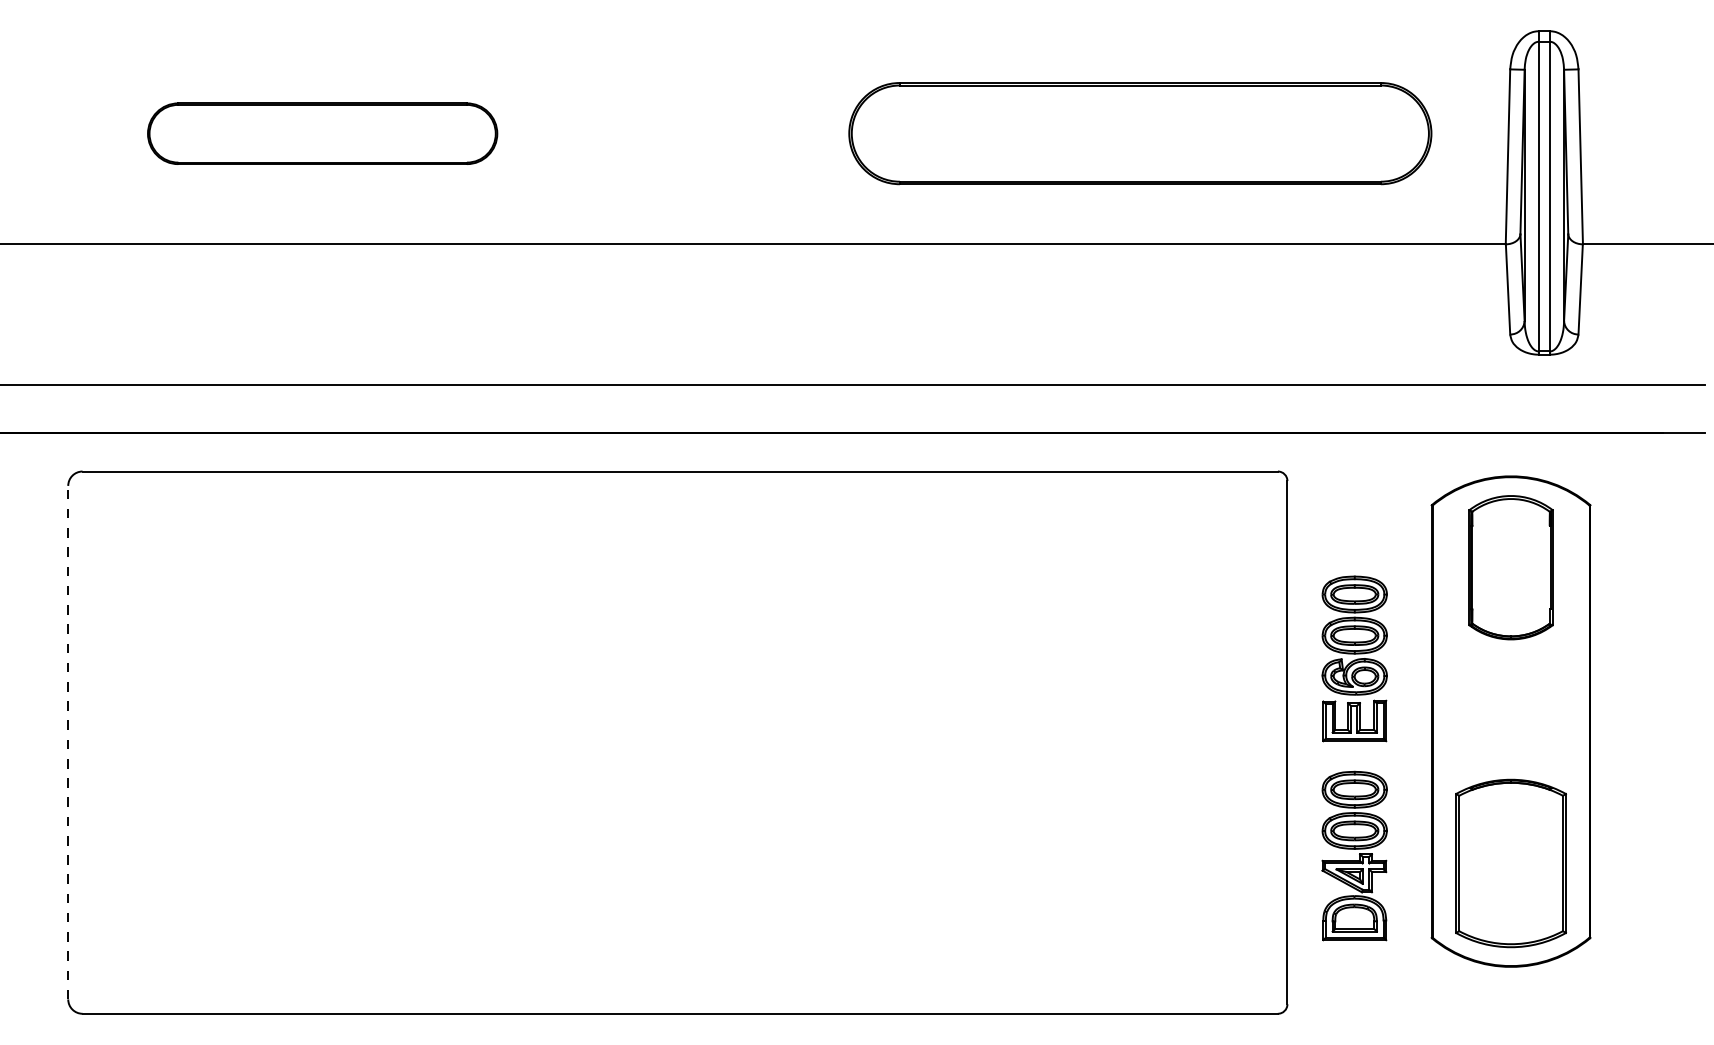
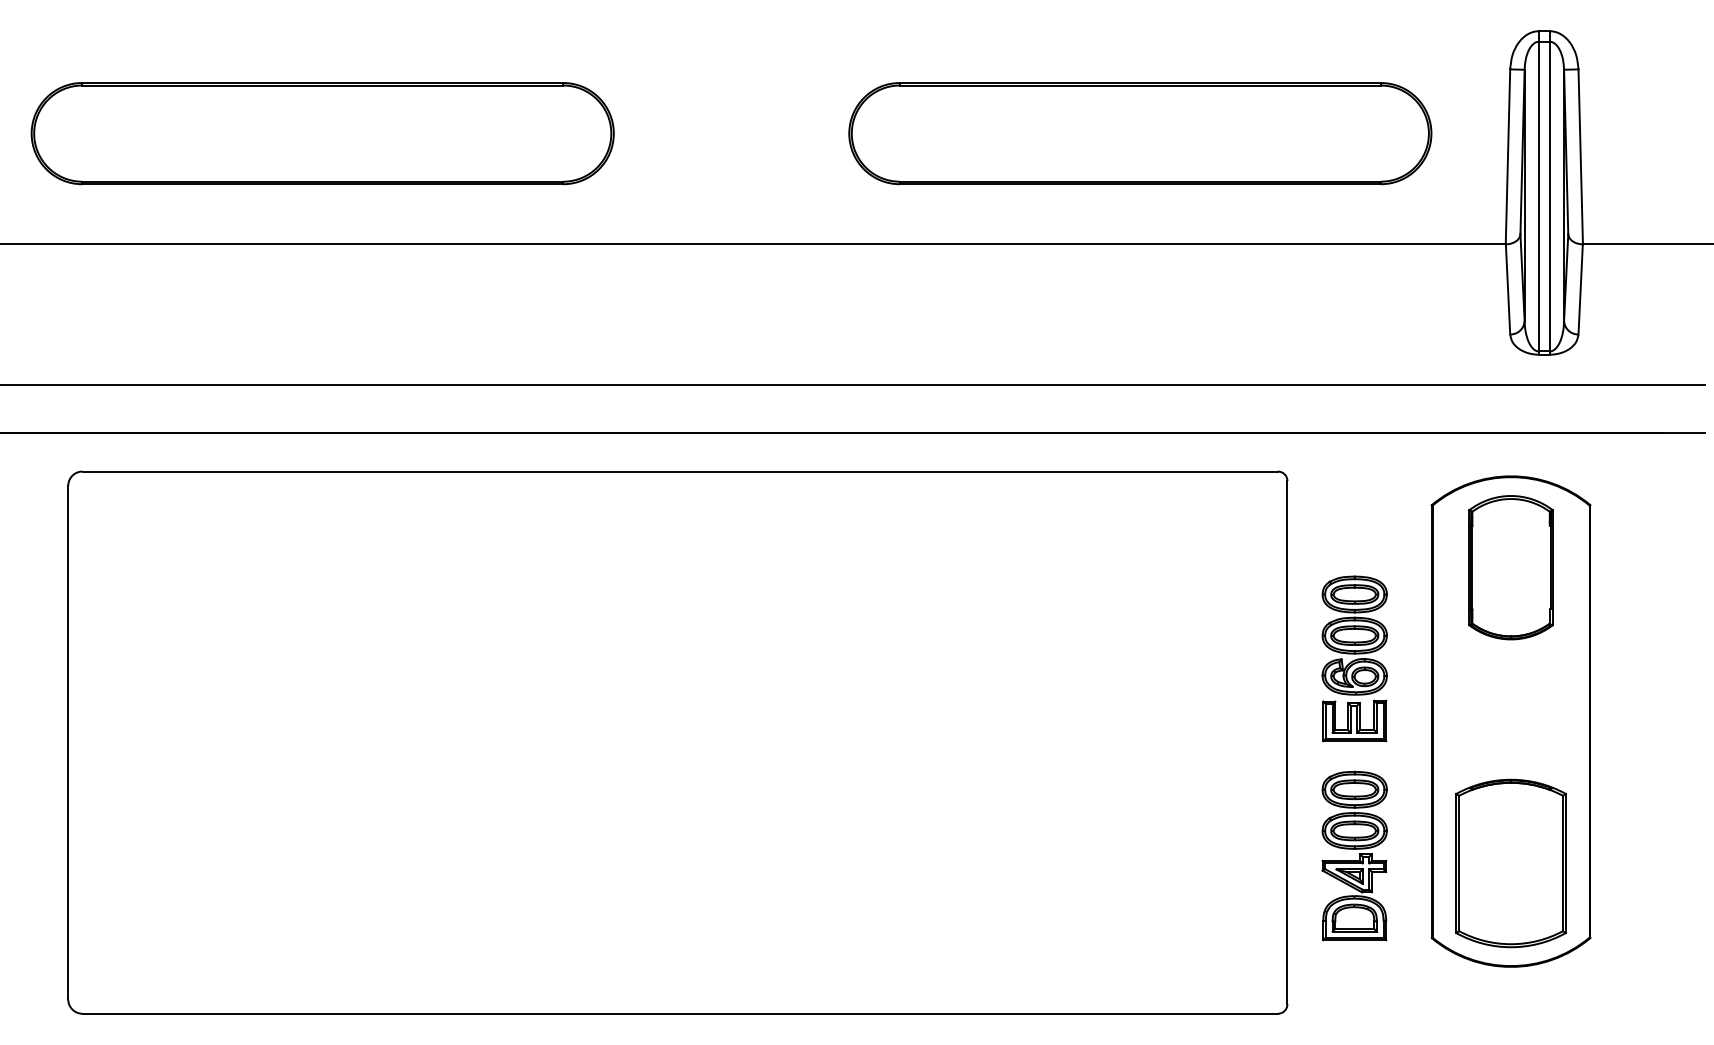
part at (322, 133) size: 352x63 px -> 585x104 px
line at (68, 742): dashed -> solid
